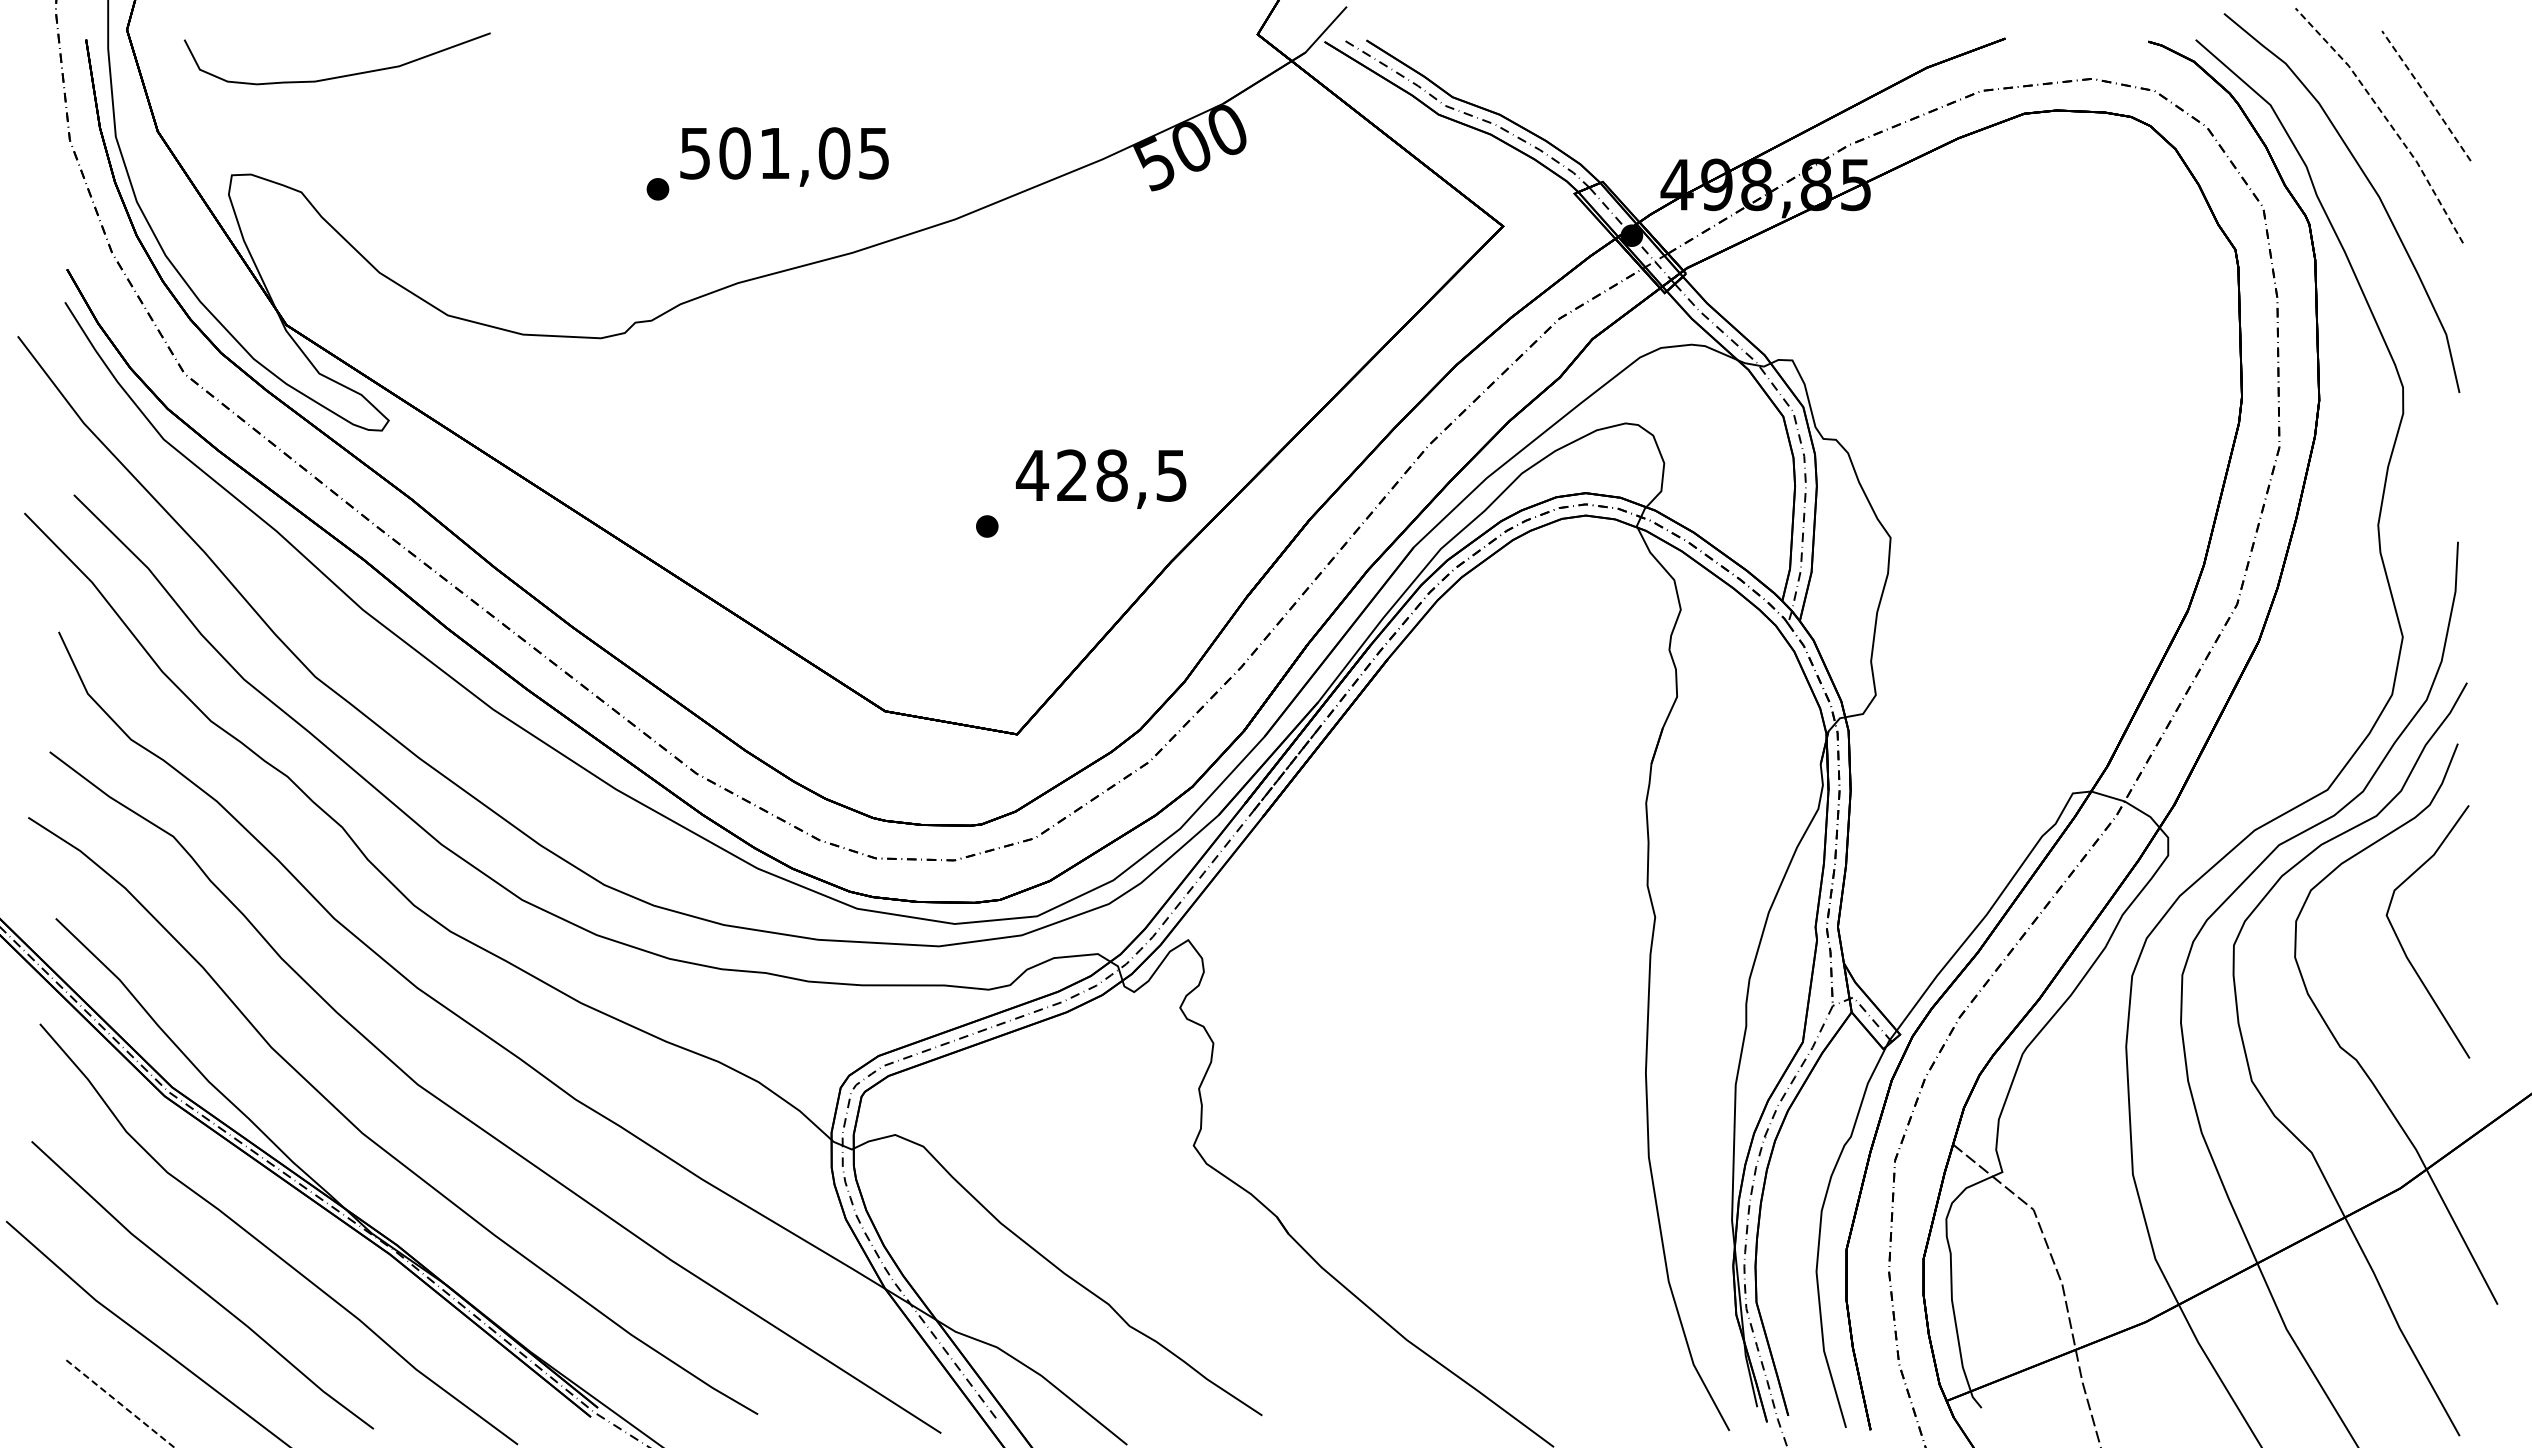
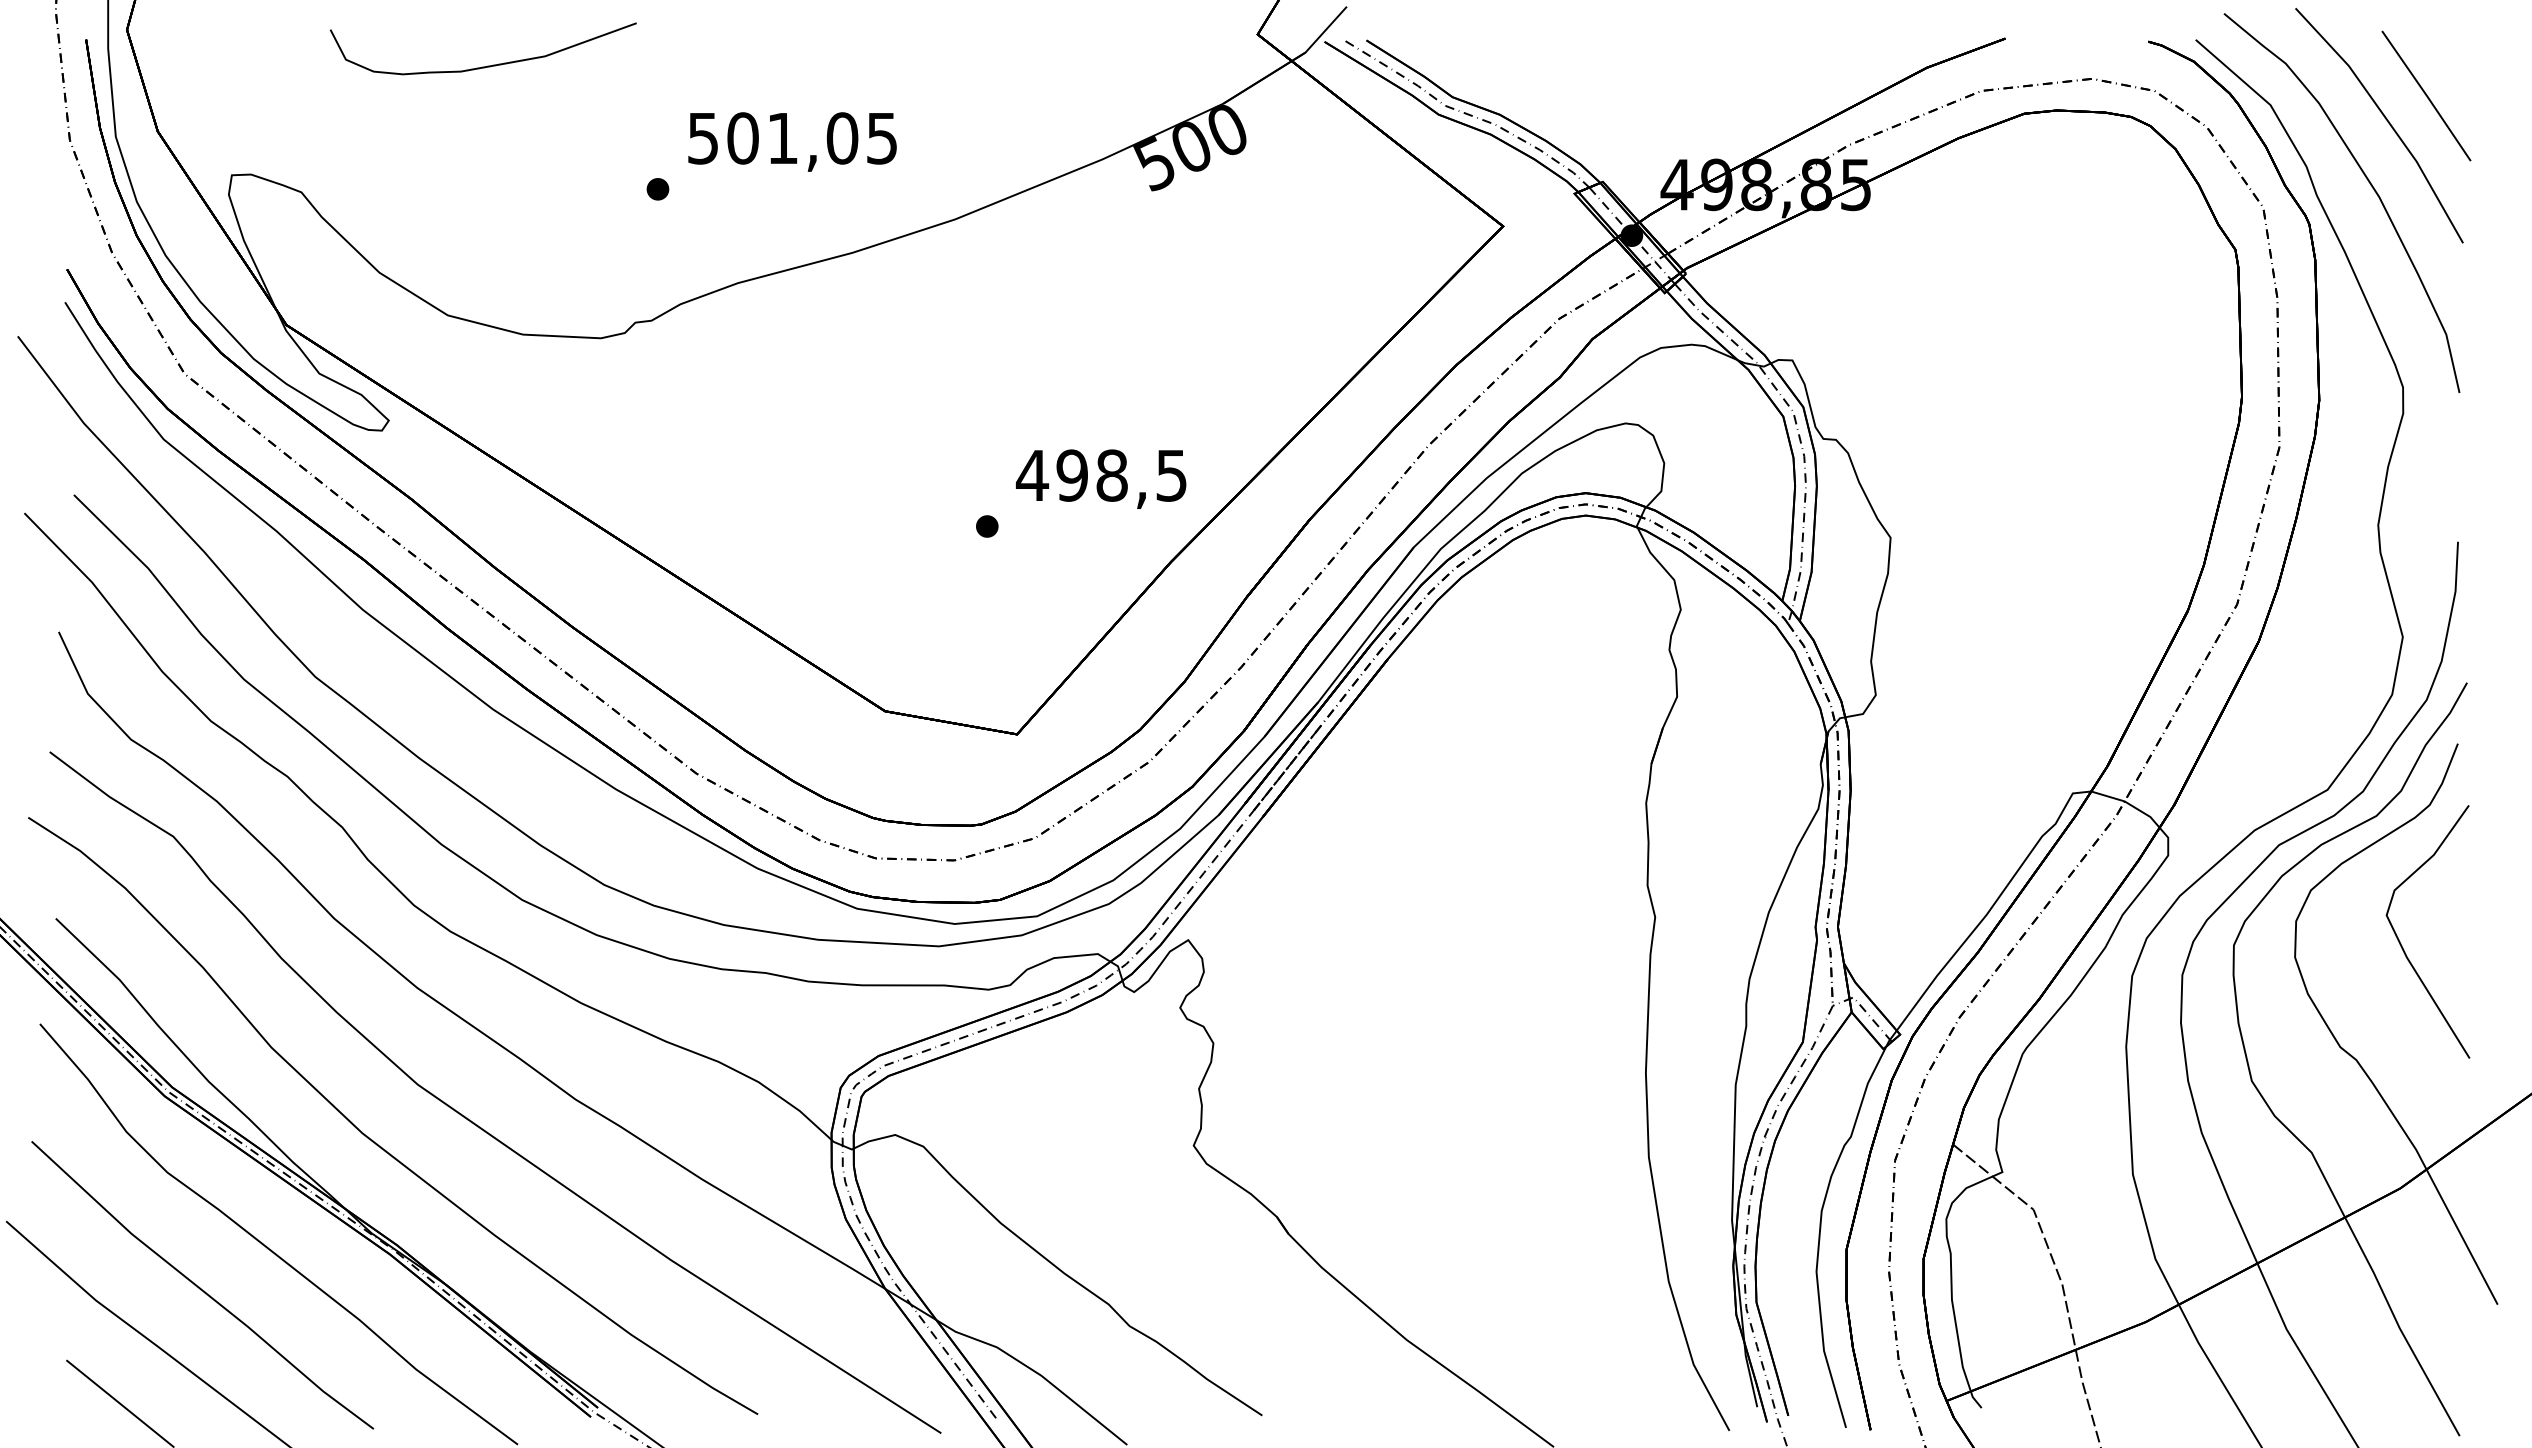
curve at (341, 75) position: (341, 75) -> (487, 65)
line at (2426, 95): dashed -> solid
line at (2386, 119): dashed -> solid
text at (784, 156) position: (784, 156) -> (792, 141)
text at (1071, 475): 428,5 -> 498,5
line at (120, 1403): dashed -> solid
